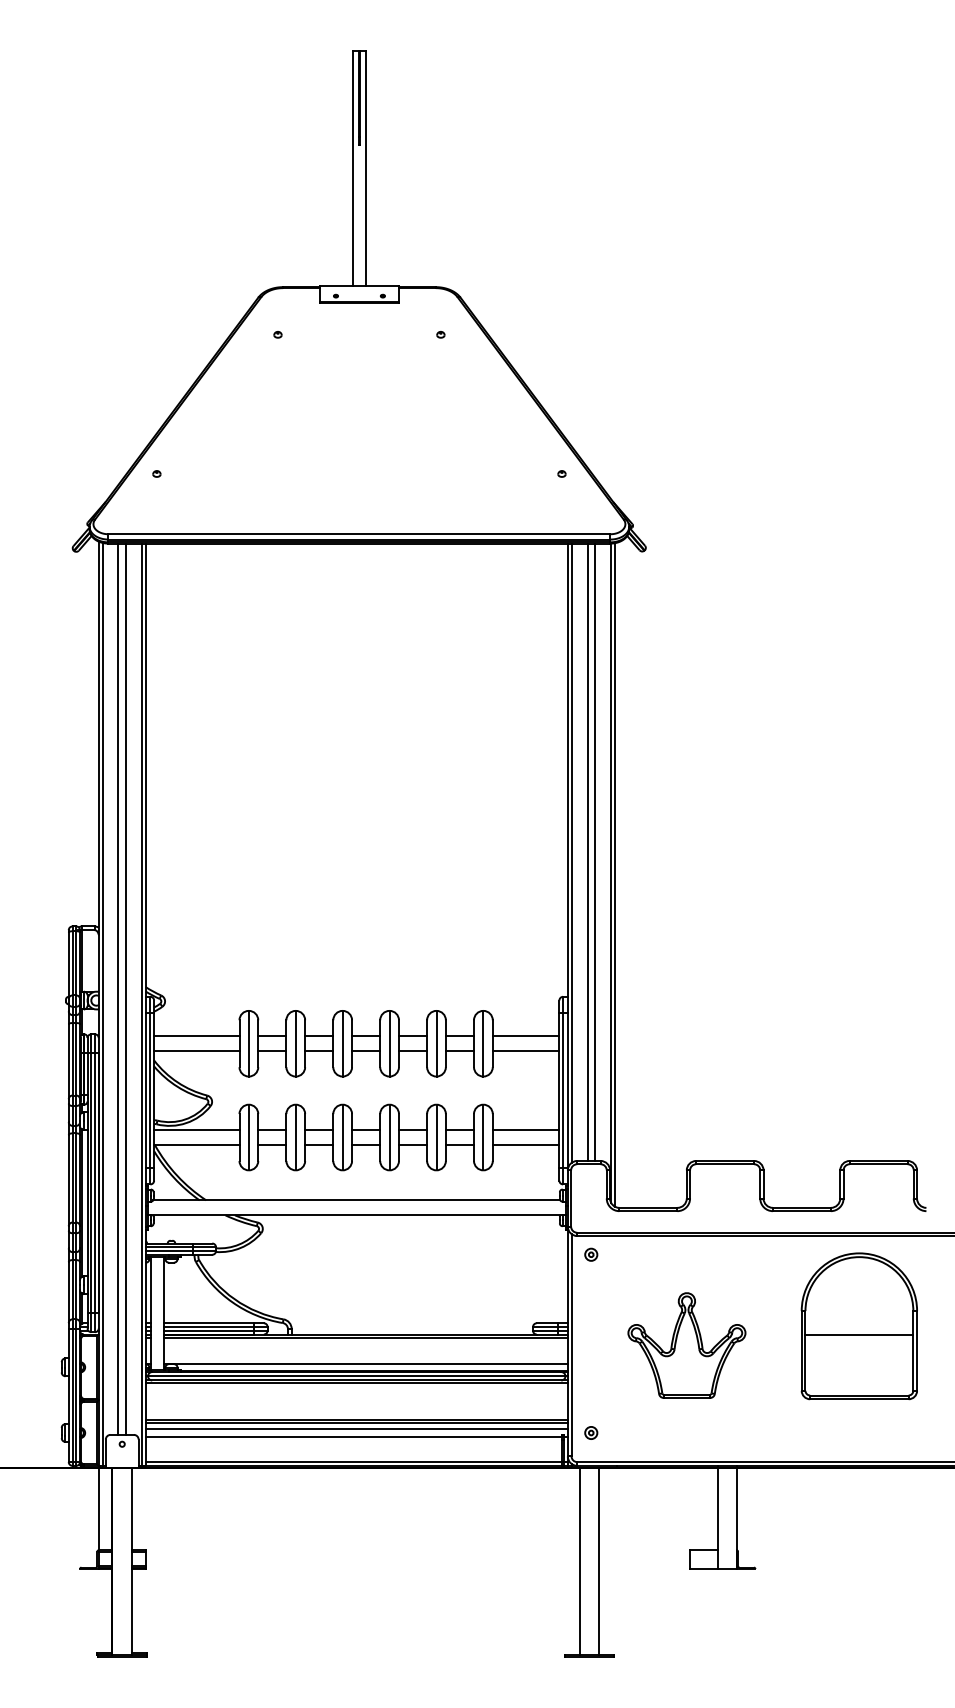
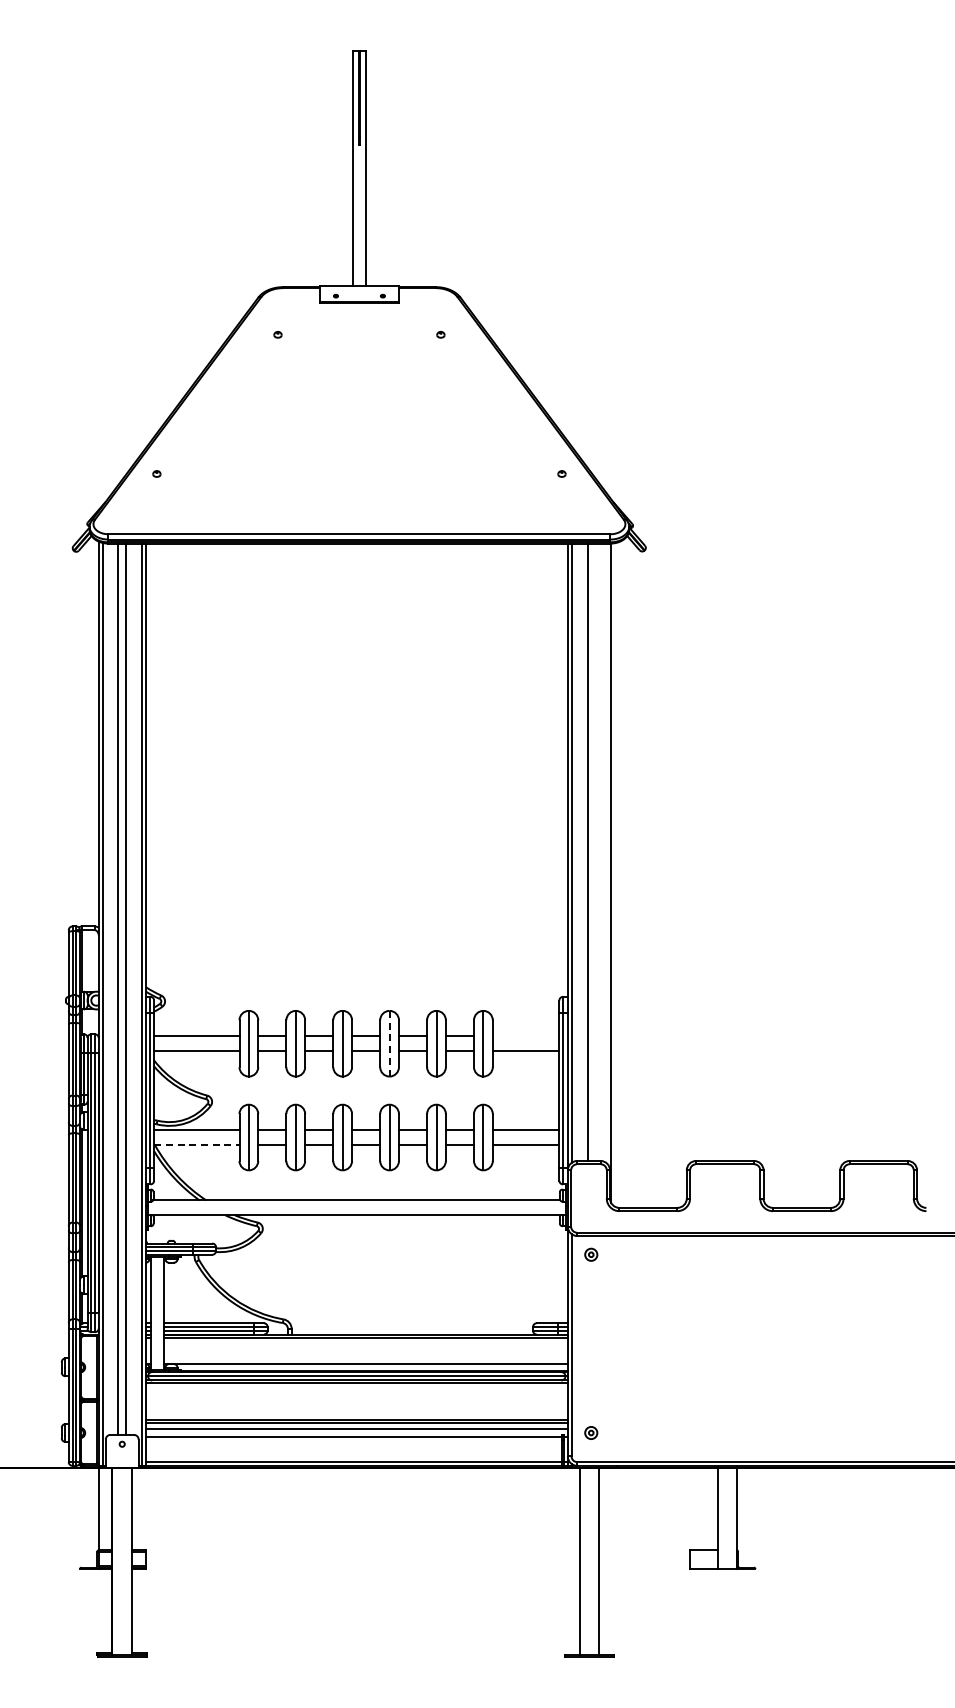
line at (595, 851): present -> none
line at (614, 874): present -> none
line at (525, 1036): present -> none
line at (389, 1043): solid -> dashed
line at (196, 1145): solid -> dashed
part at (858, 1326): present -> none
part at (686, 1345): present -> none
